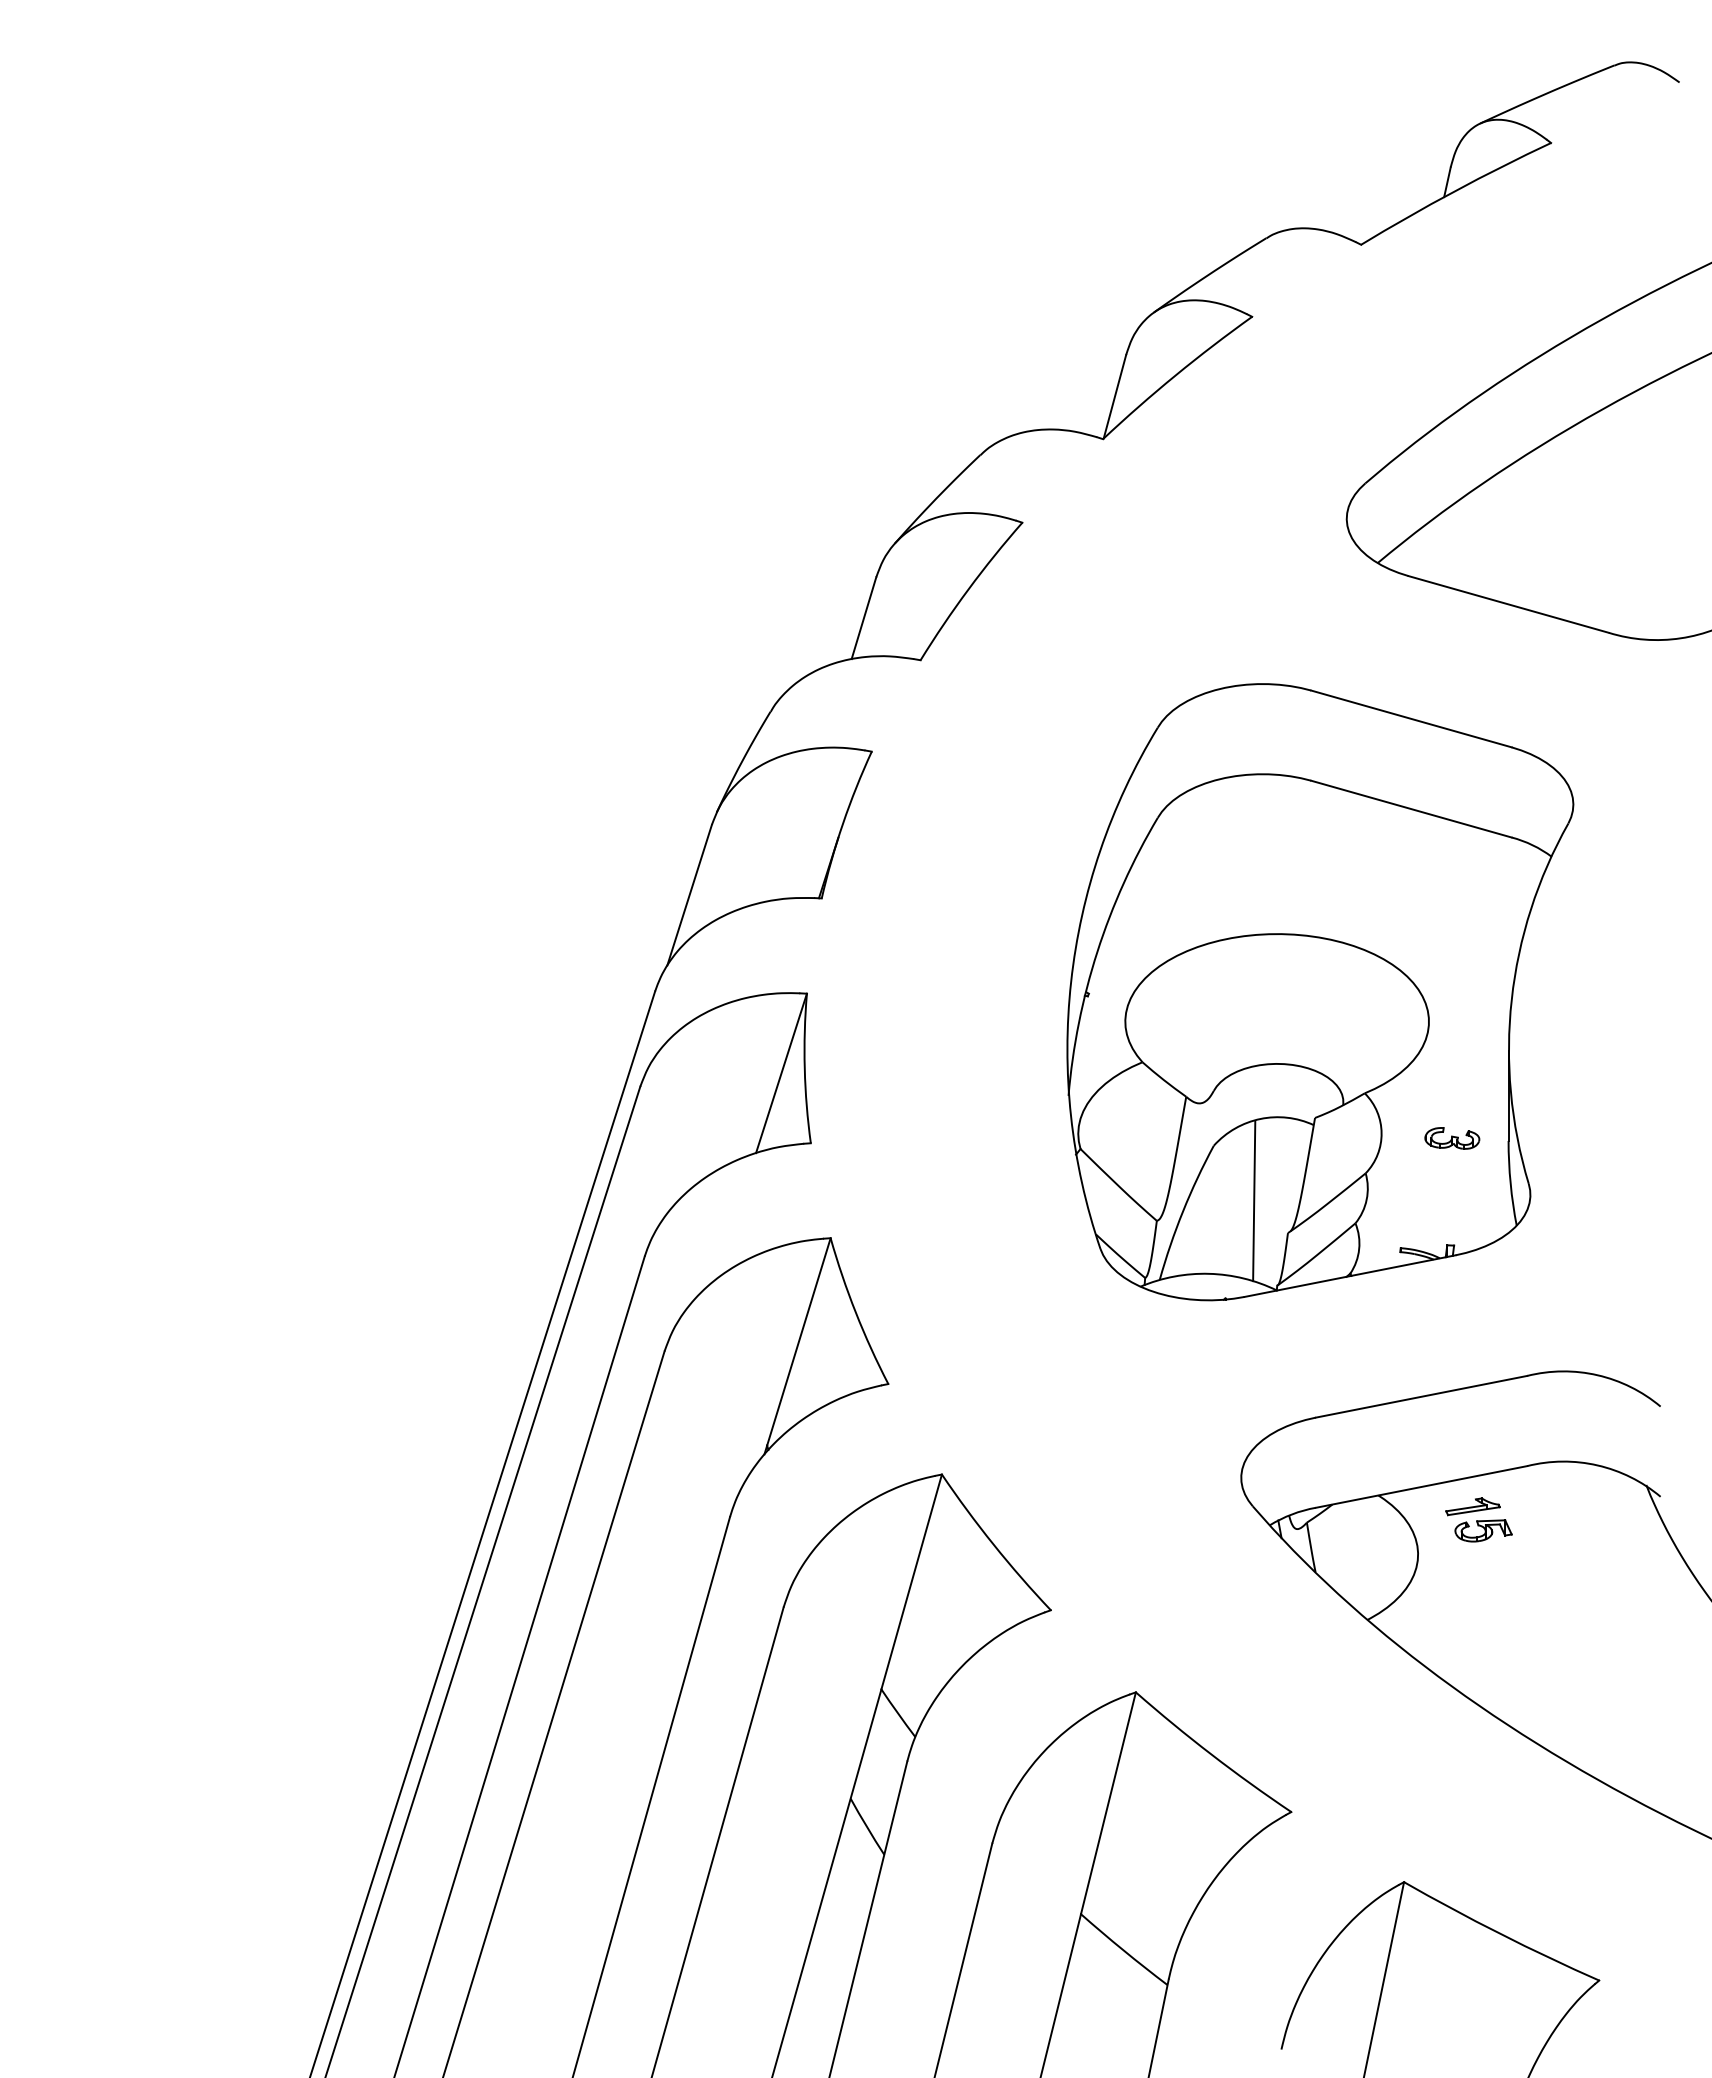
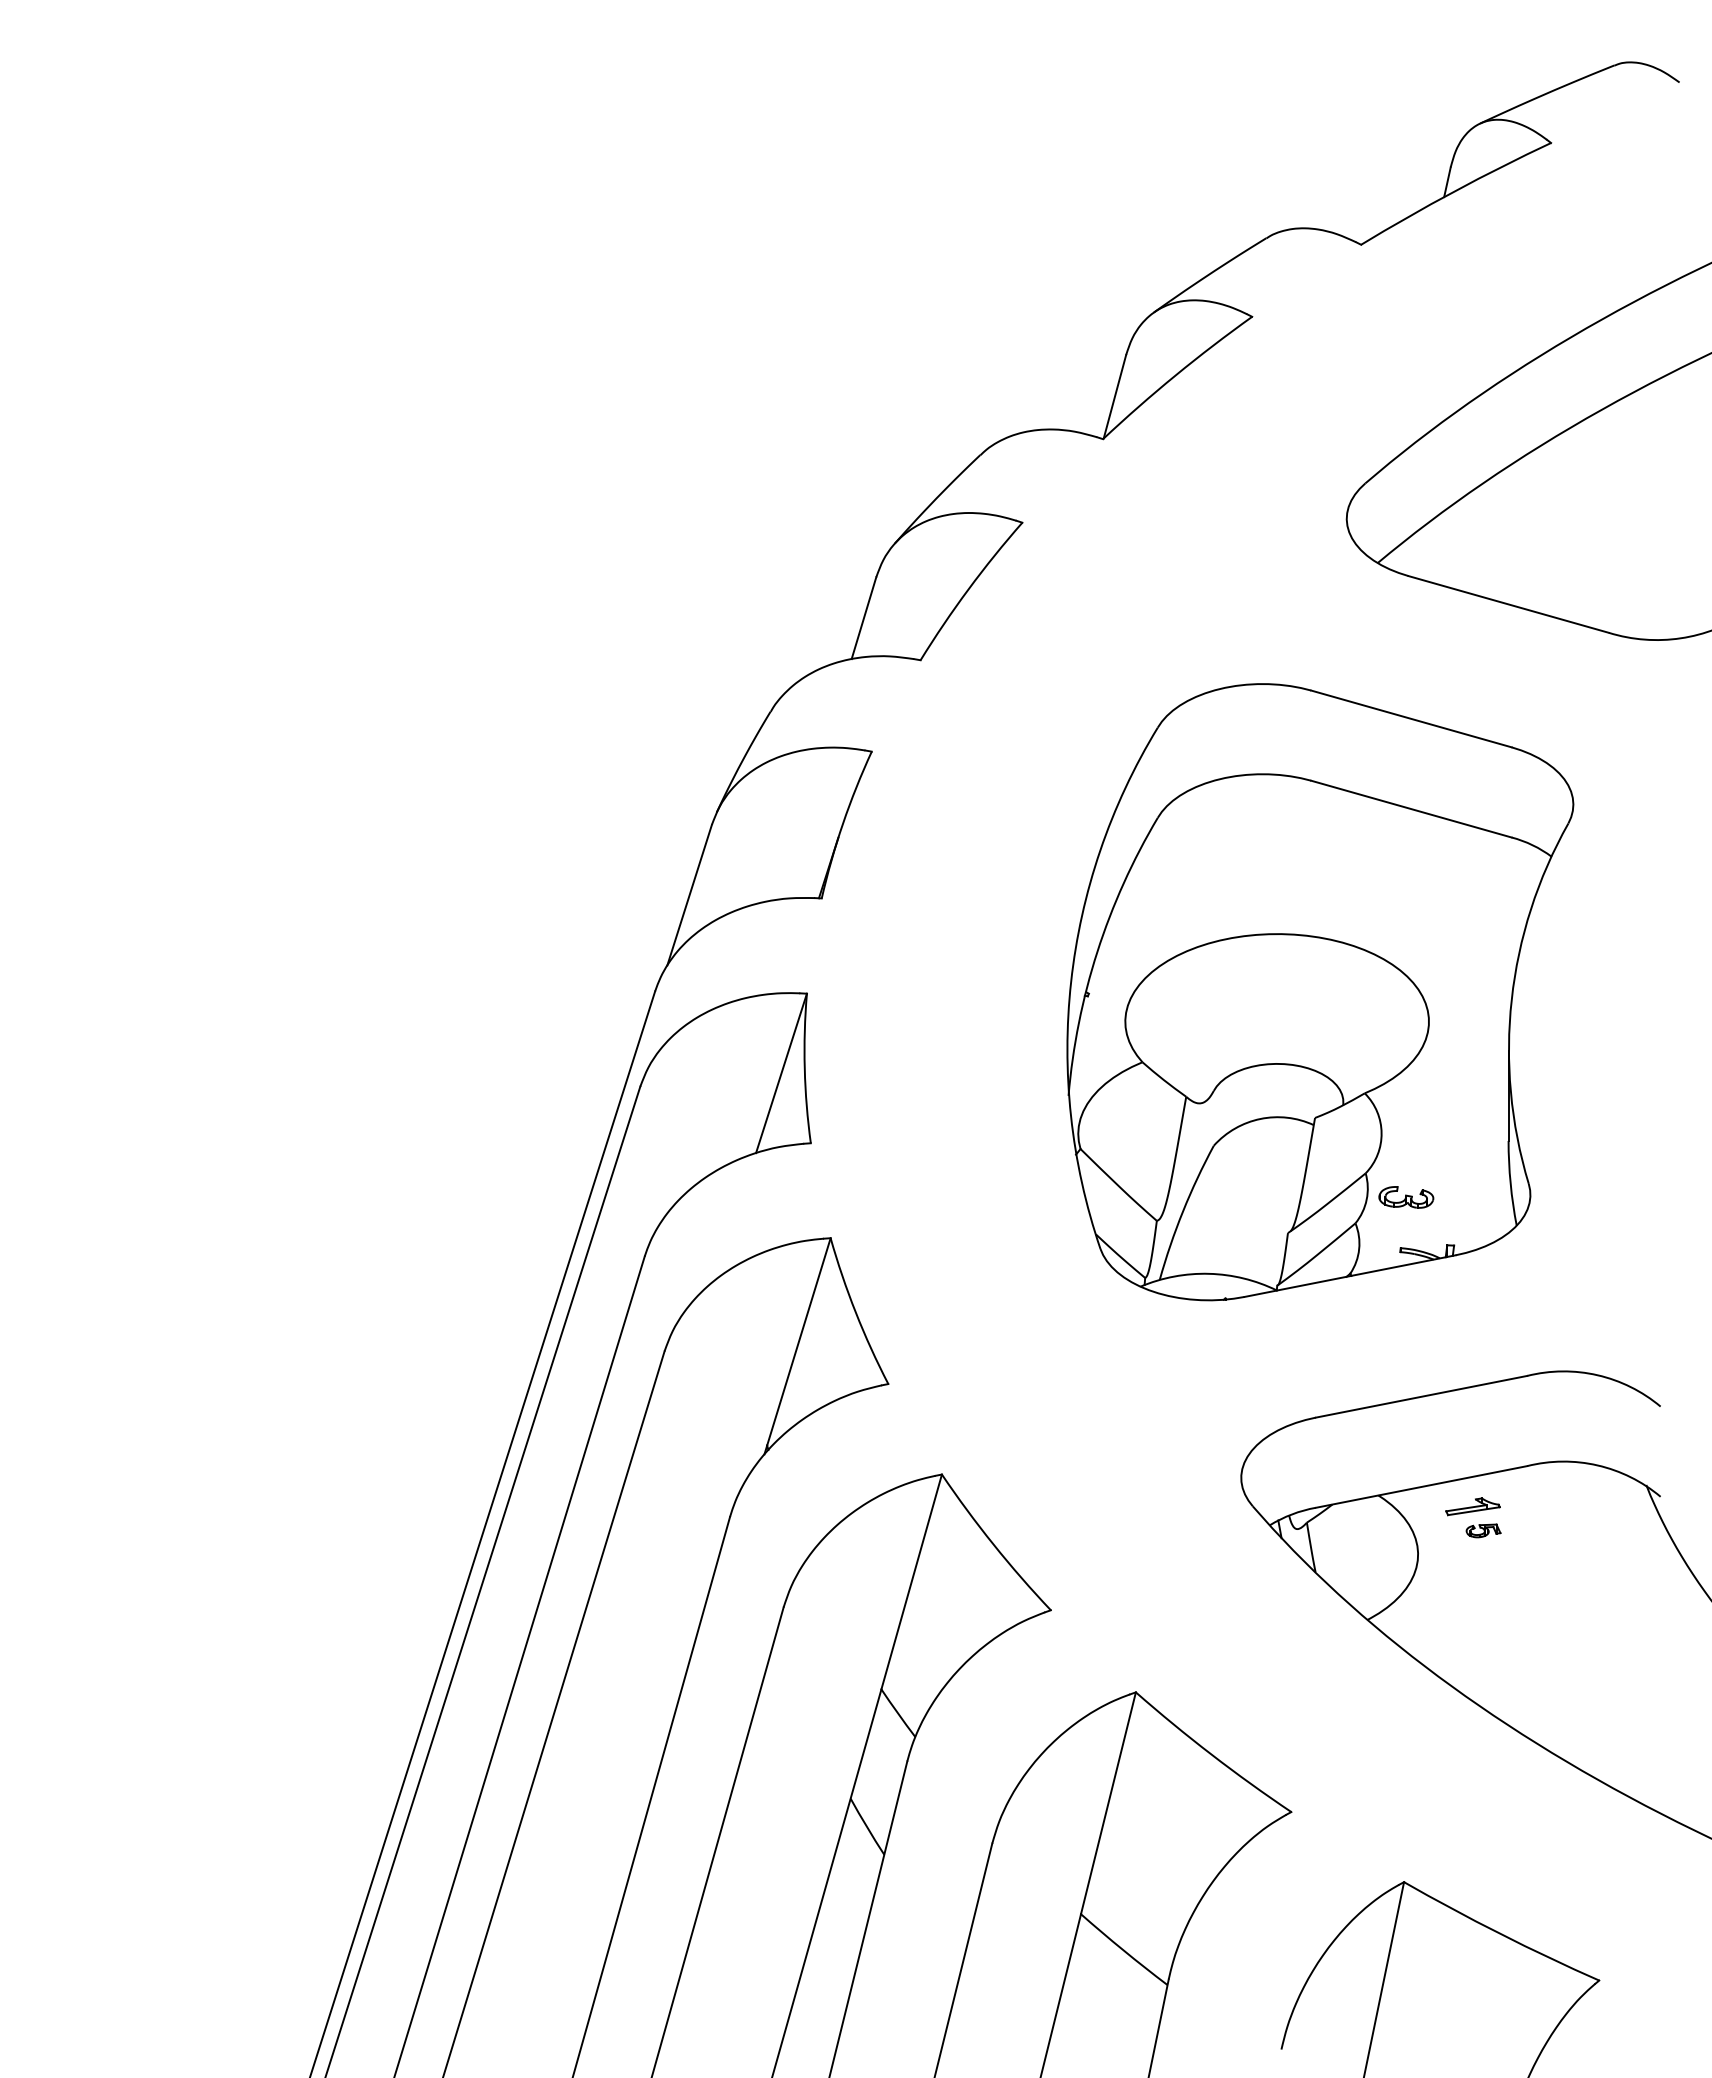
part at (1452, 1138) position: (1452, 1138) -> (1406, 1197)
line at (1254, 1201): present -> none
part at (1483, 1530) size: 59x24 px -> 37x16 px
